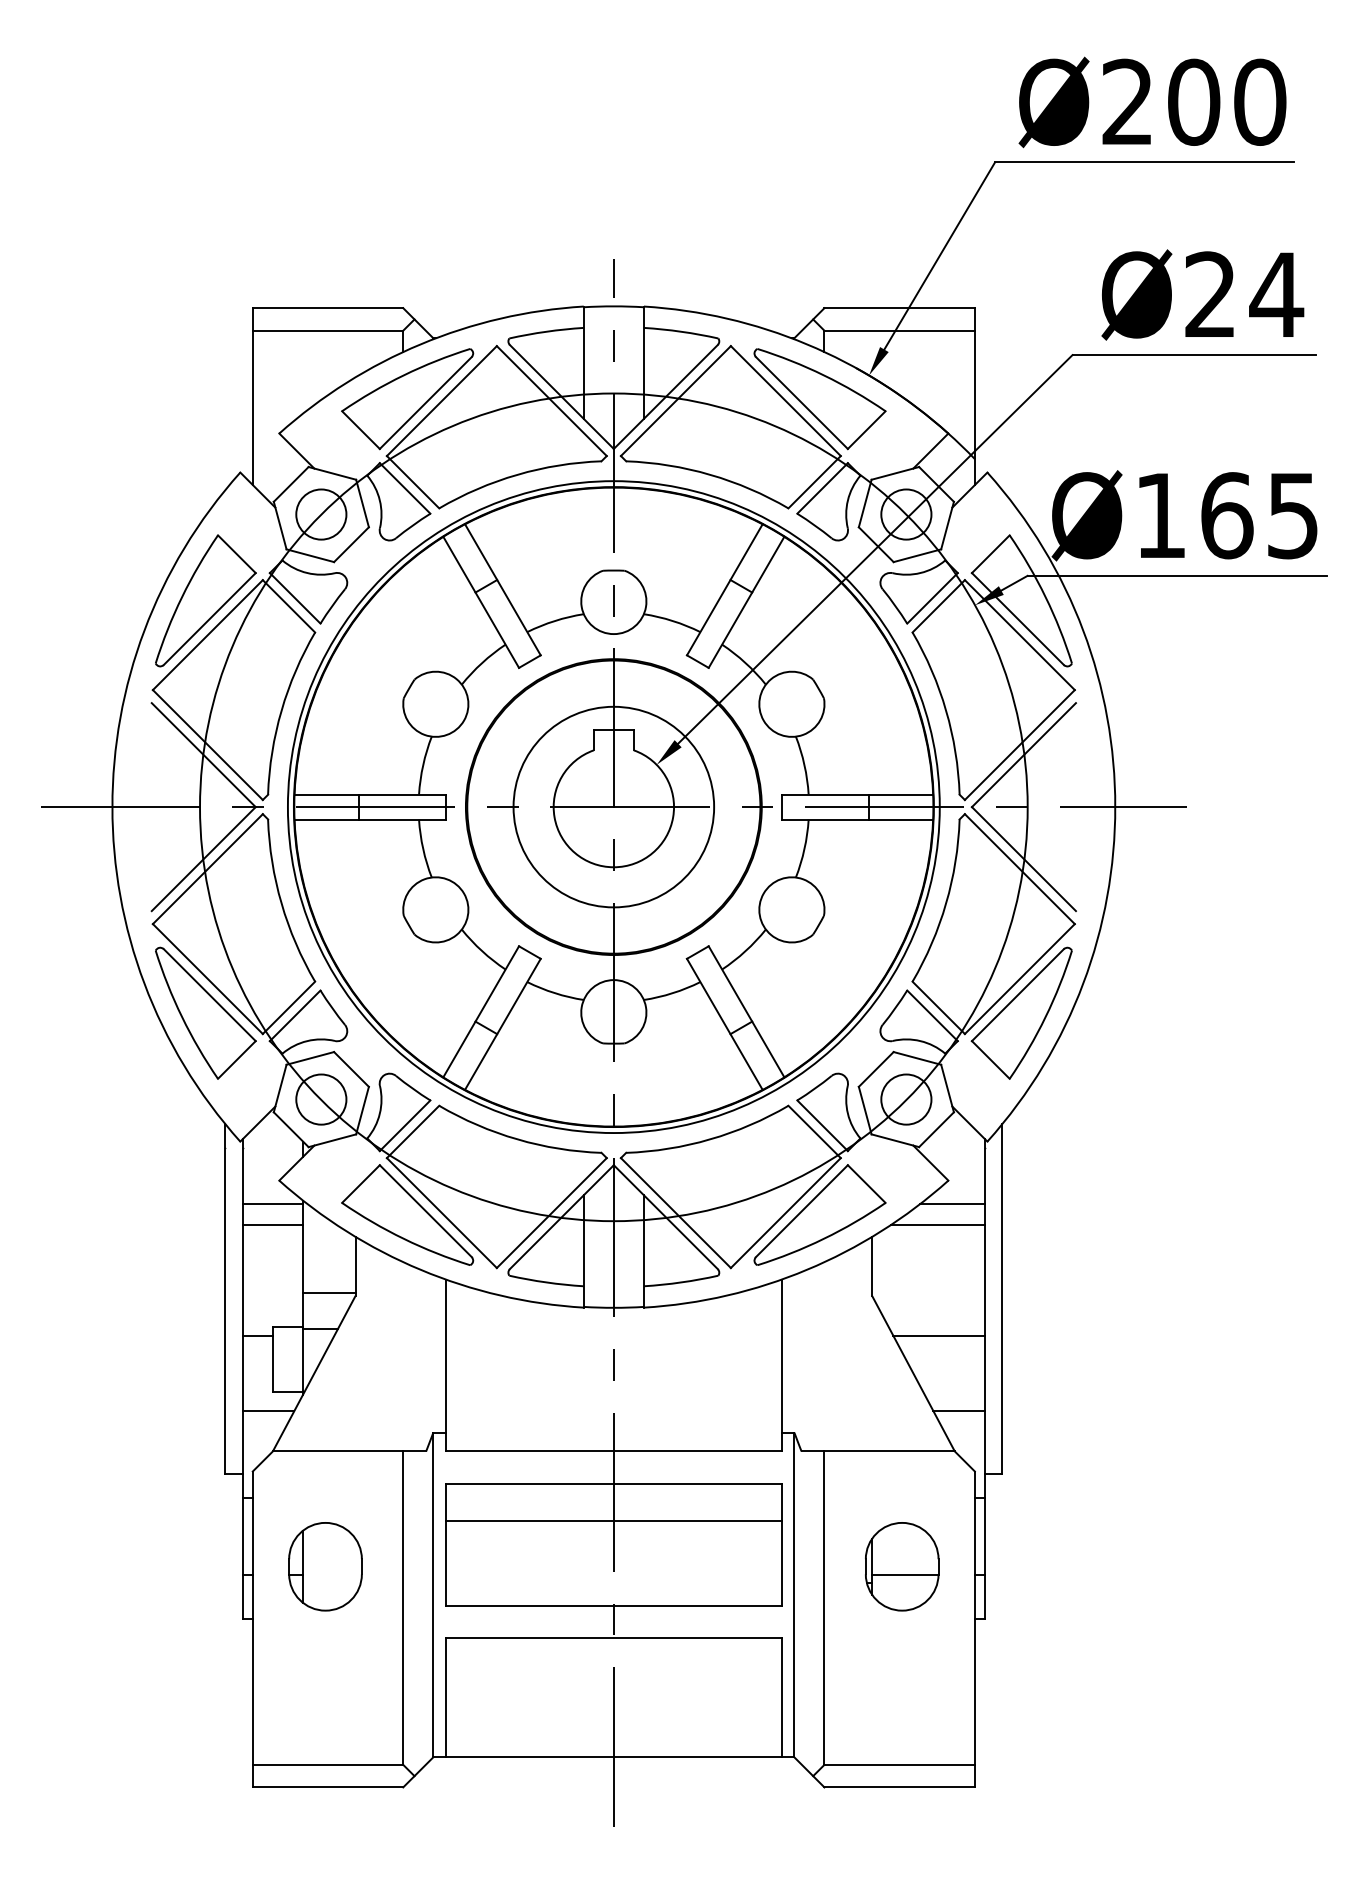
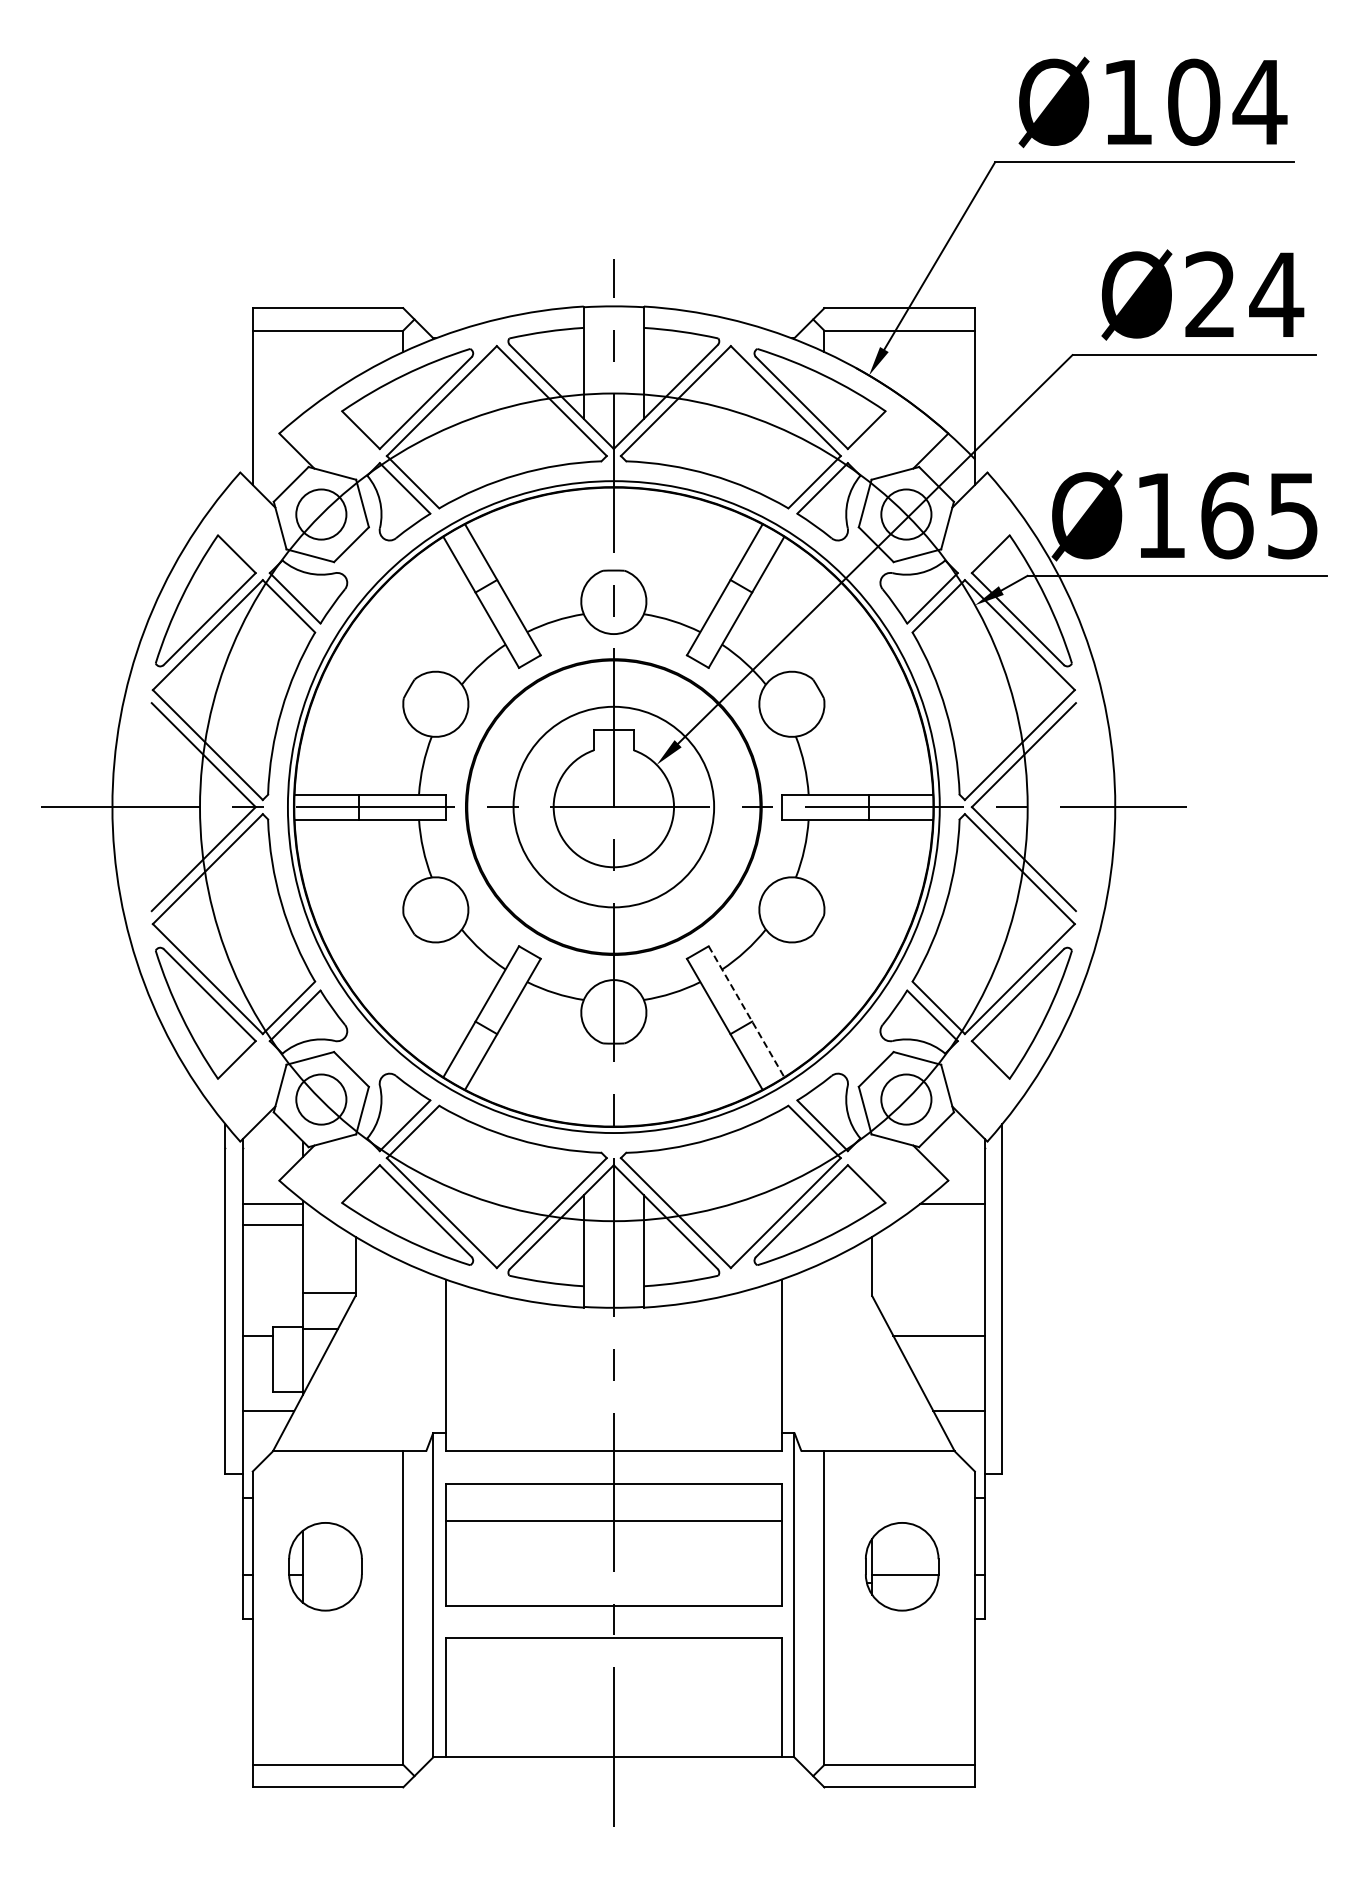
text at (1194, 101): Ø200 -> Ø104
line at (746, 1011): solid -> dashed
line at (937, 1224): present -> none
